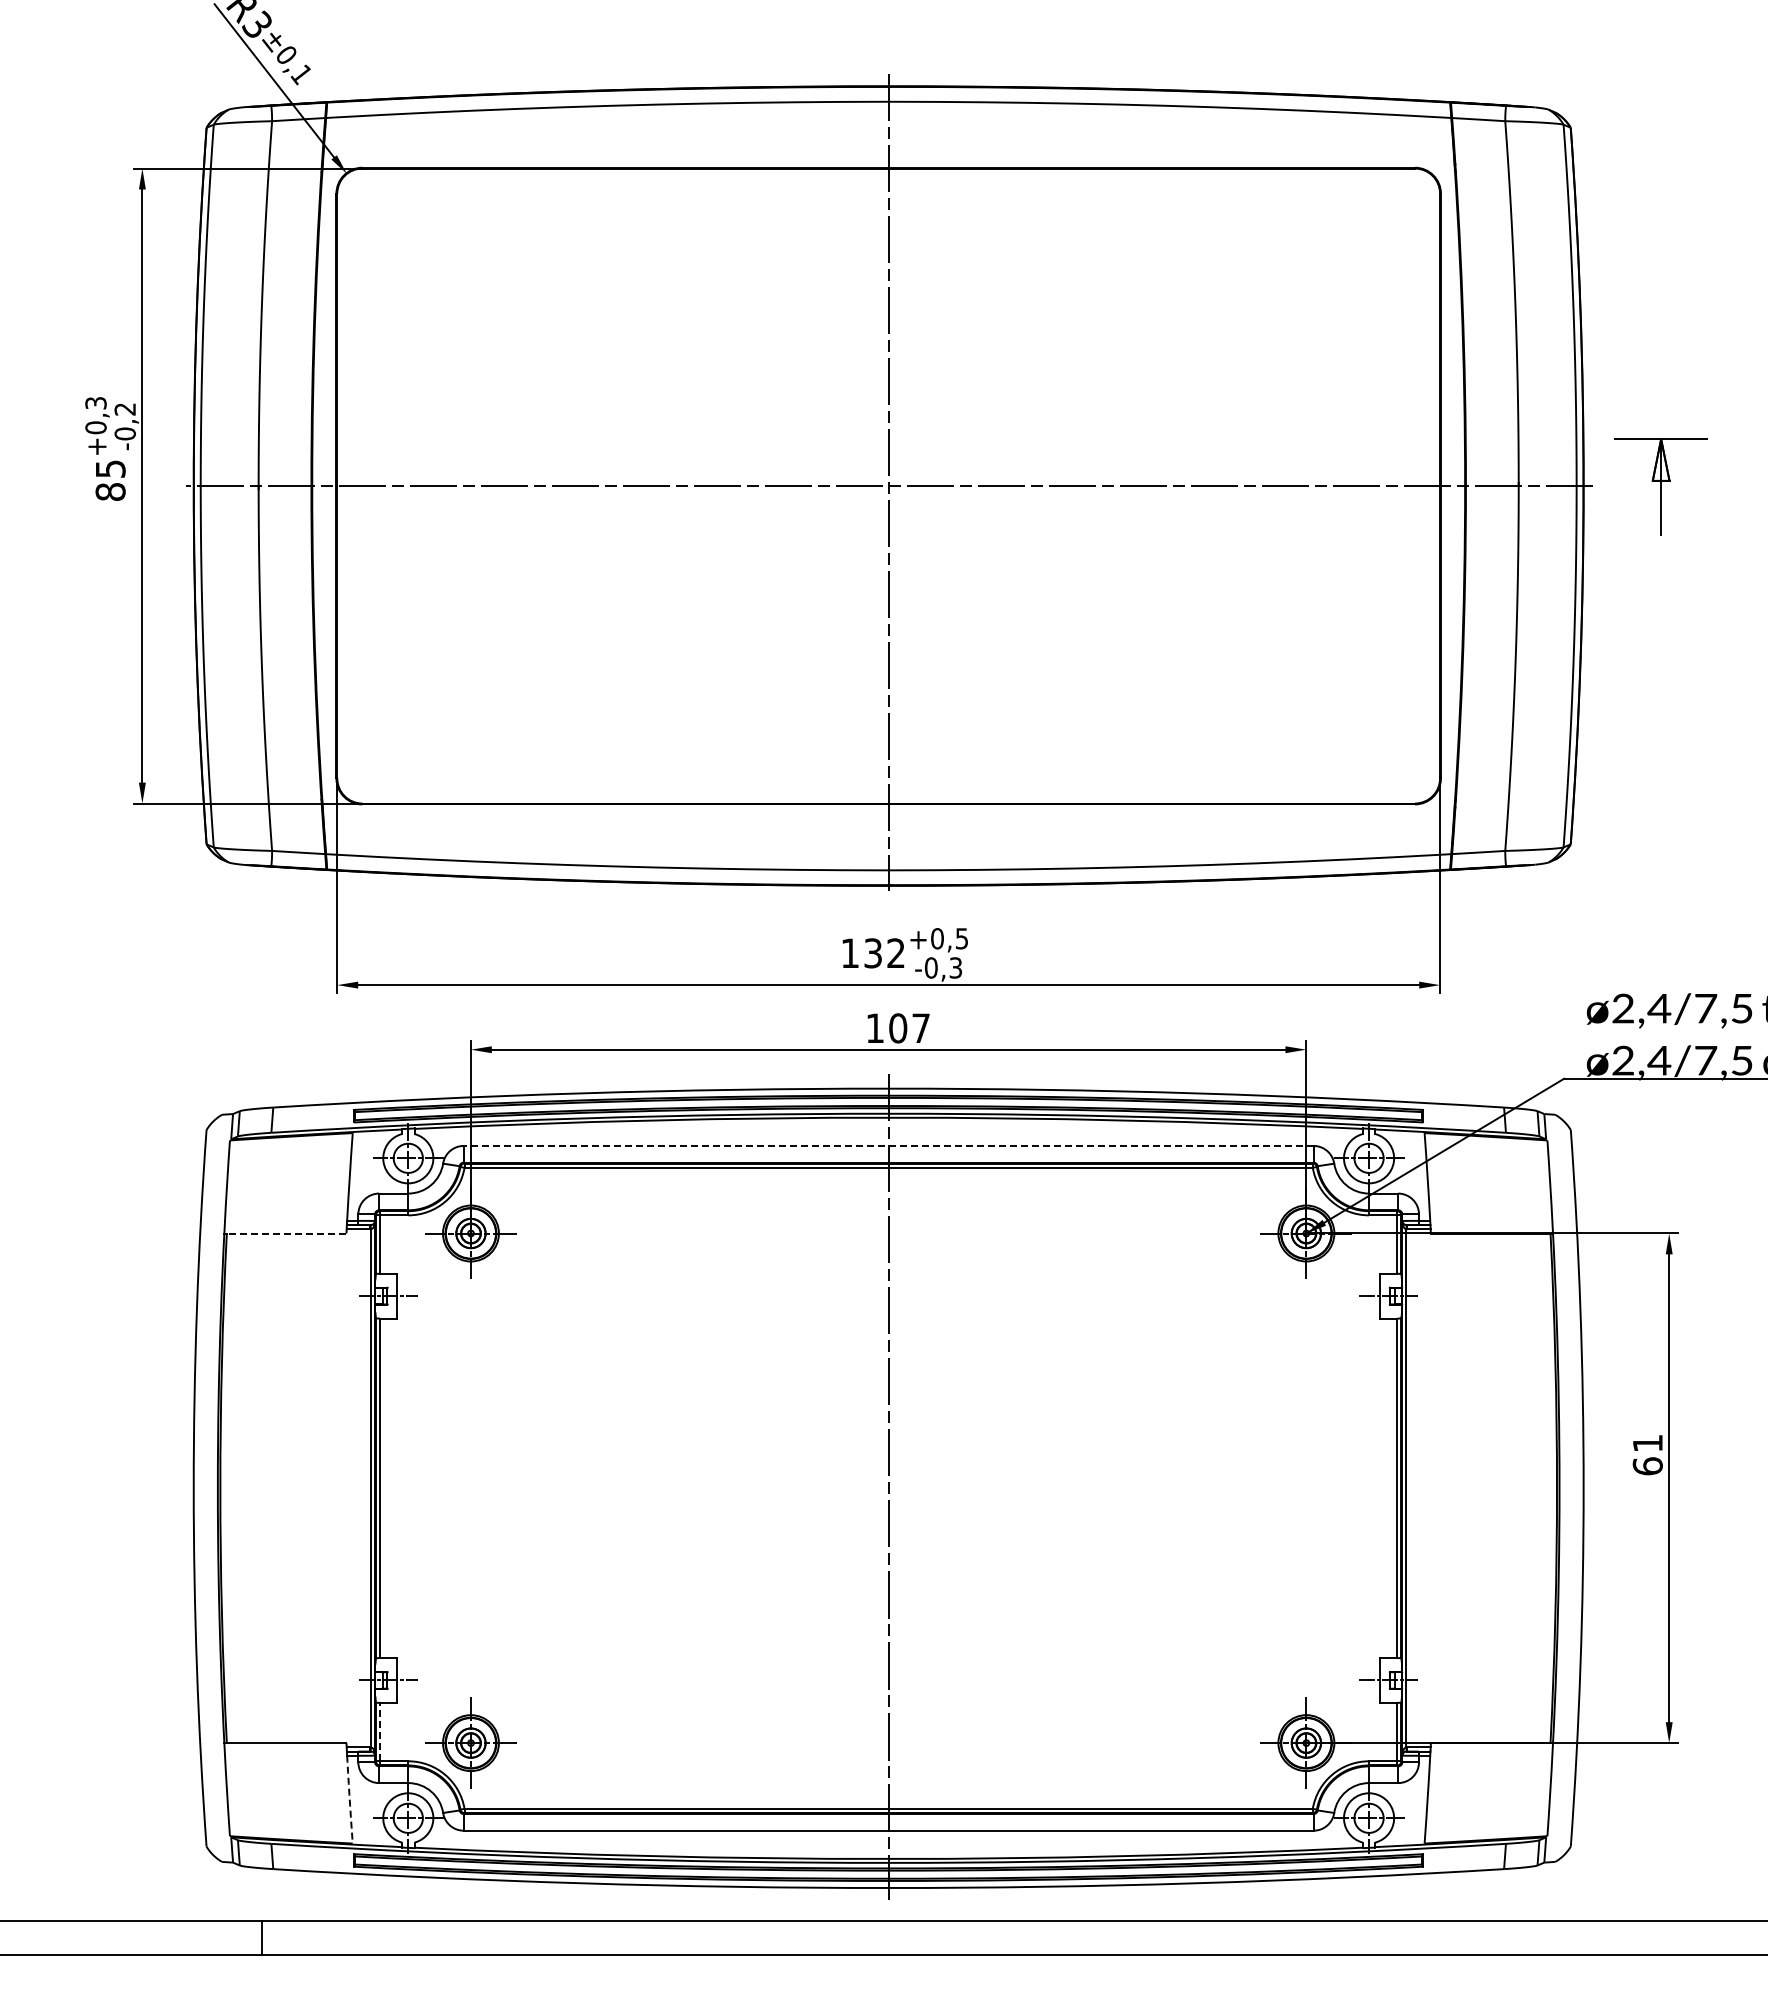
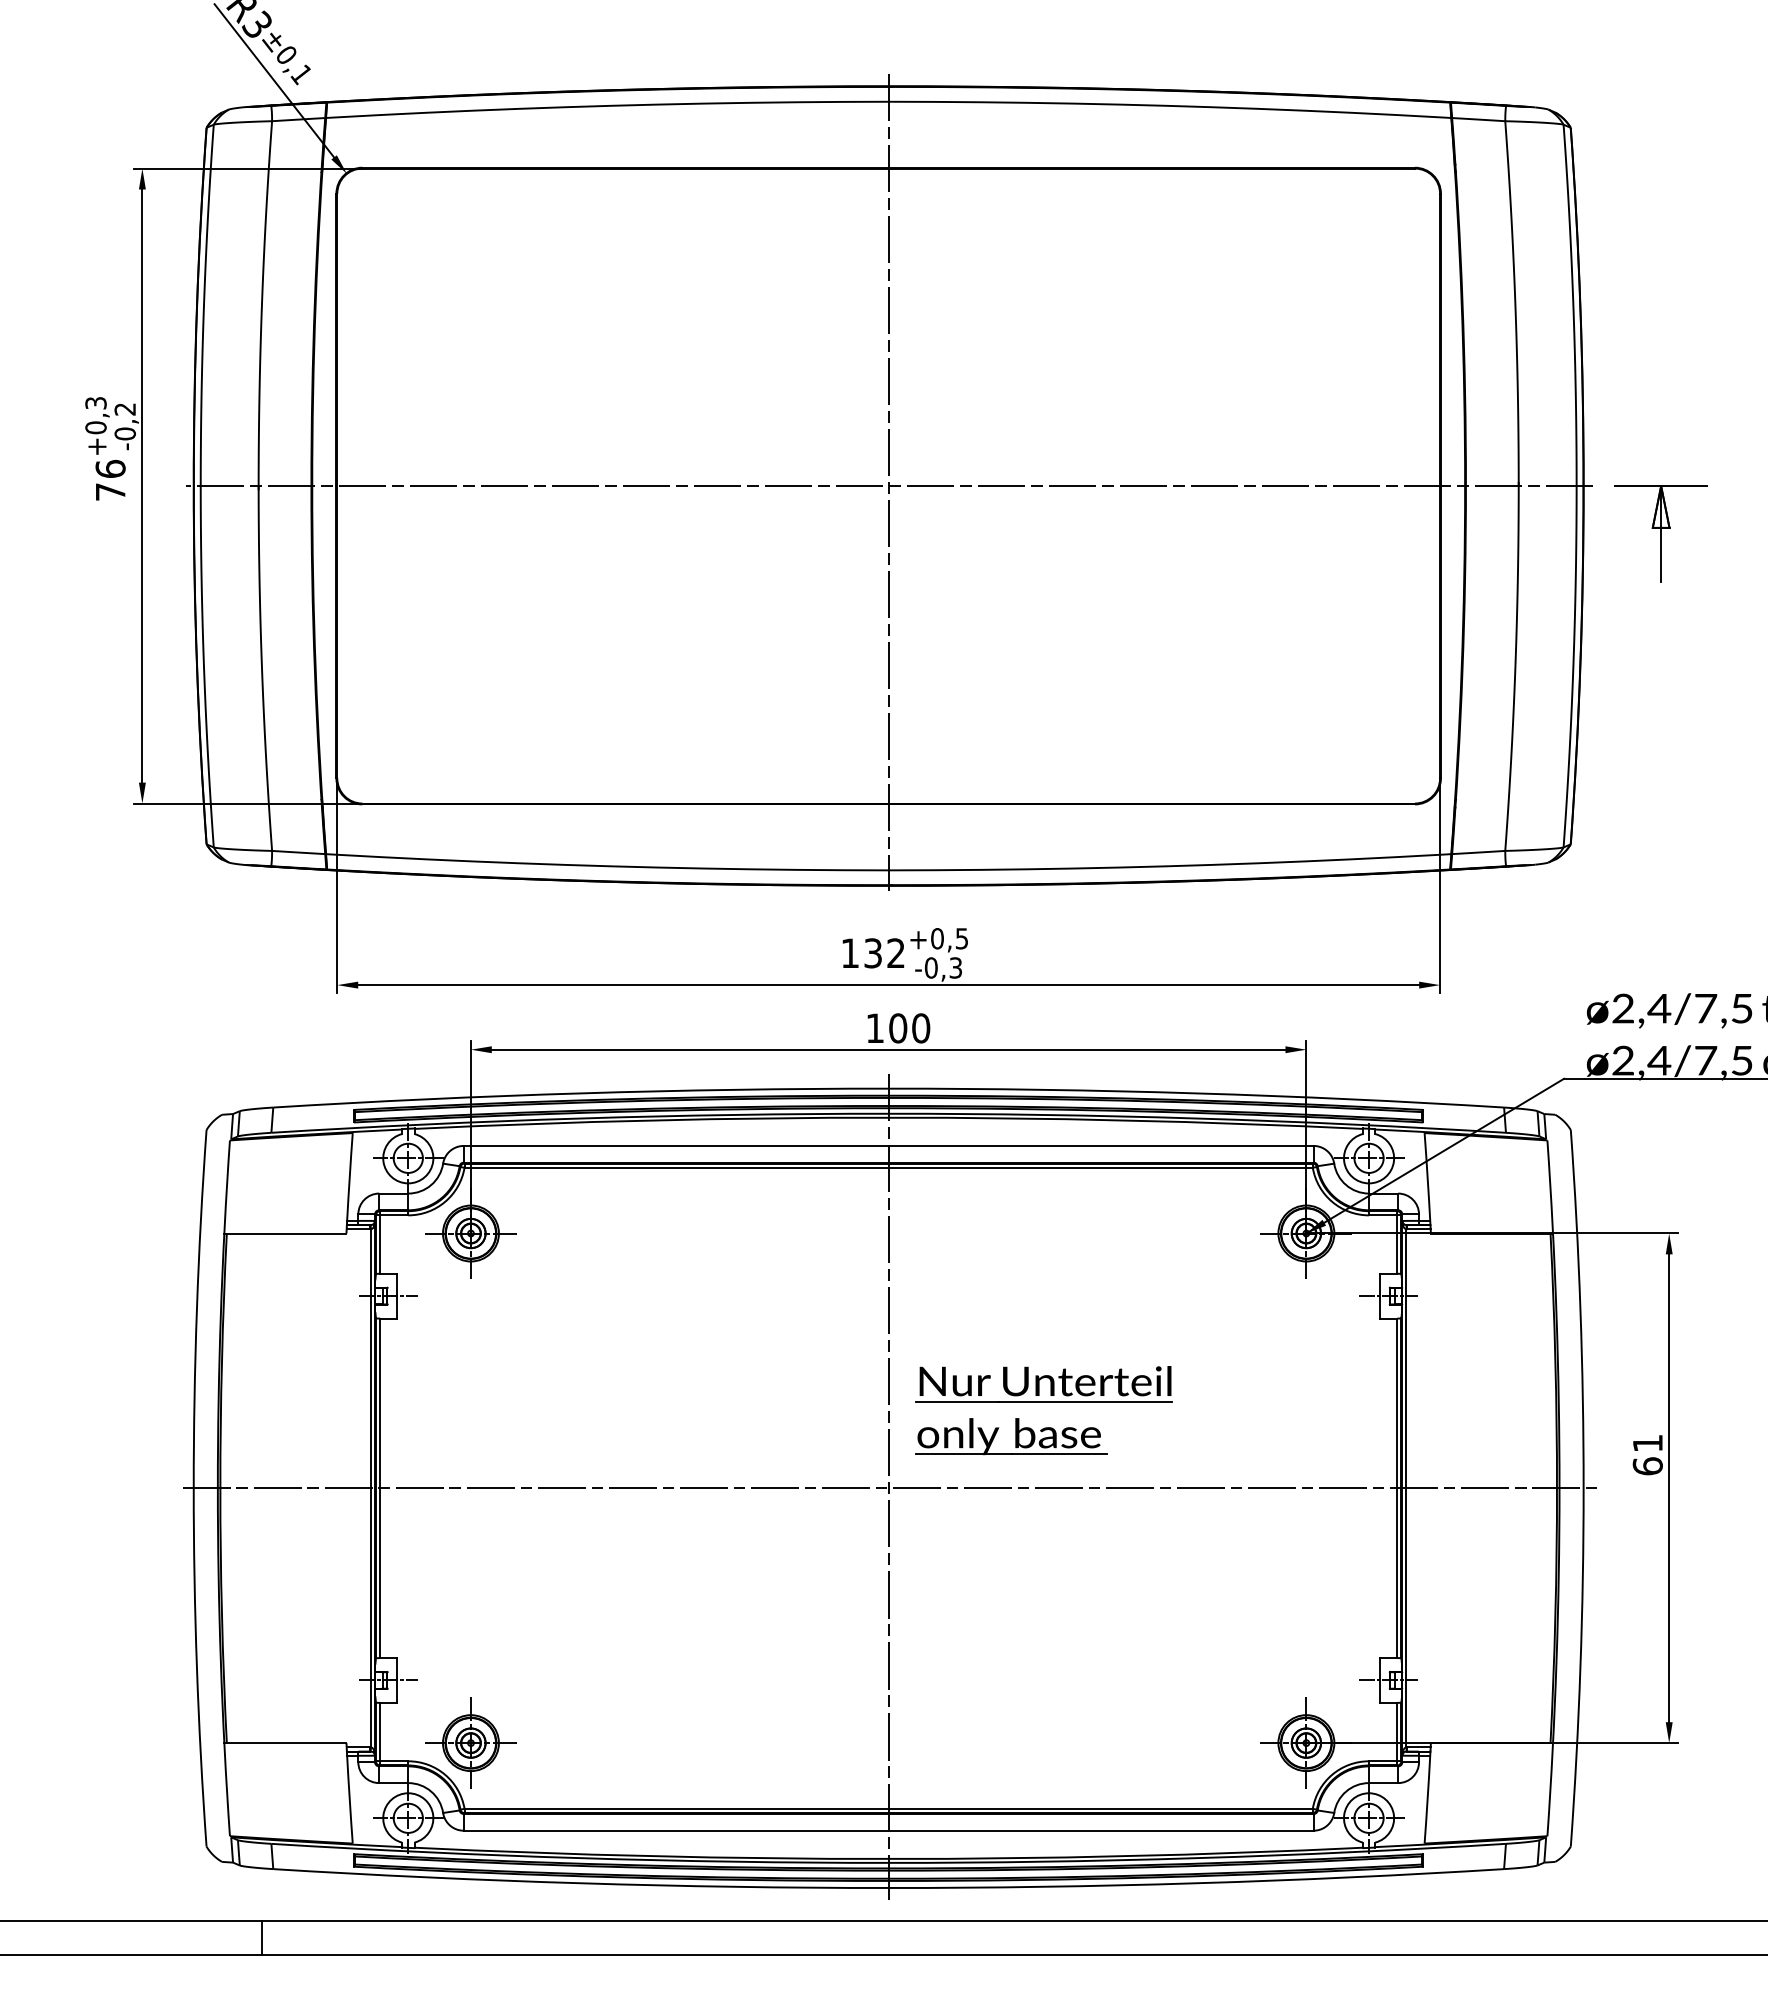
text at (110, 479): 85 -> 76
part at (1660, 486) position: (1660, 486) -> (1660, 533)
text at (921, 1028): 107 -> 100
line at (888, 1145): dashed -> solid
line at (286, 1233): dashed -> solid
part at (1043, 1402): none -> present
line at (890, 1488): none -> present
line at (380, 1731): dashed -> solid
arc at (349, 1799): dashed -> solid
